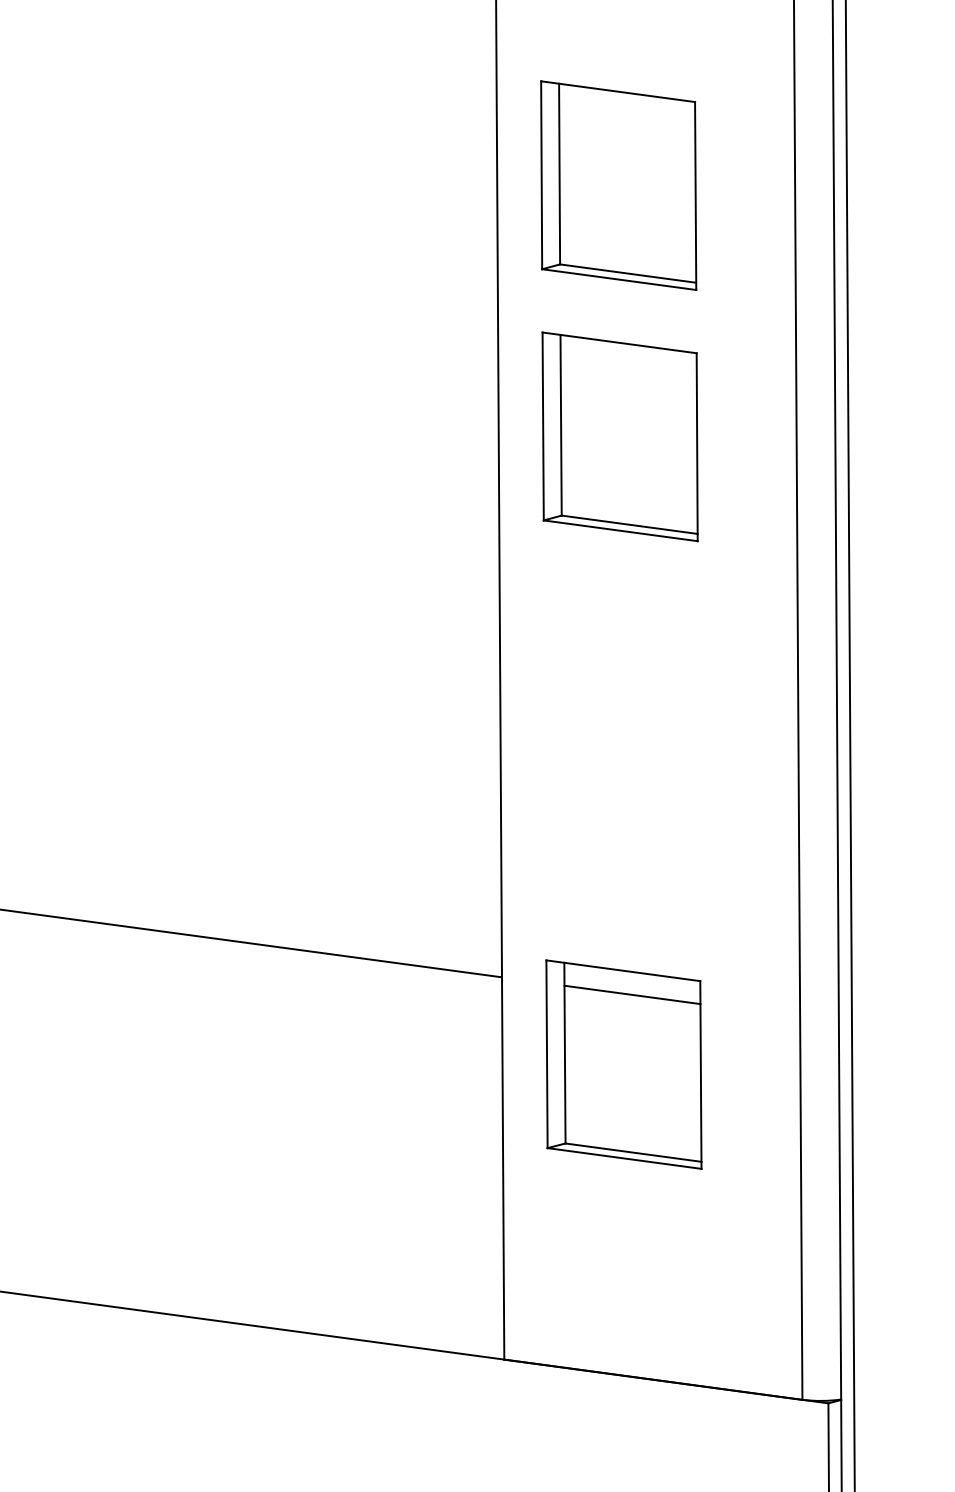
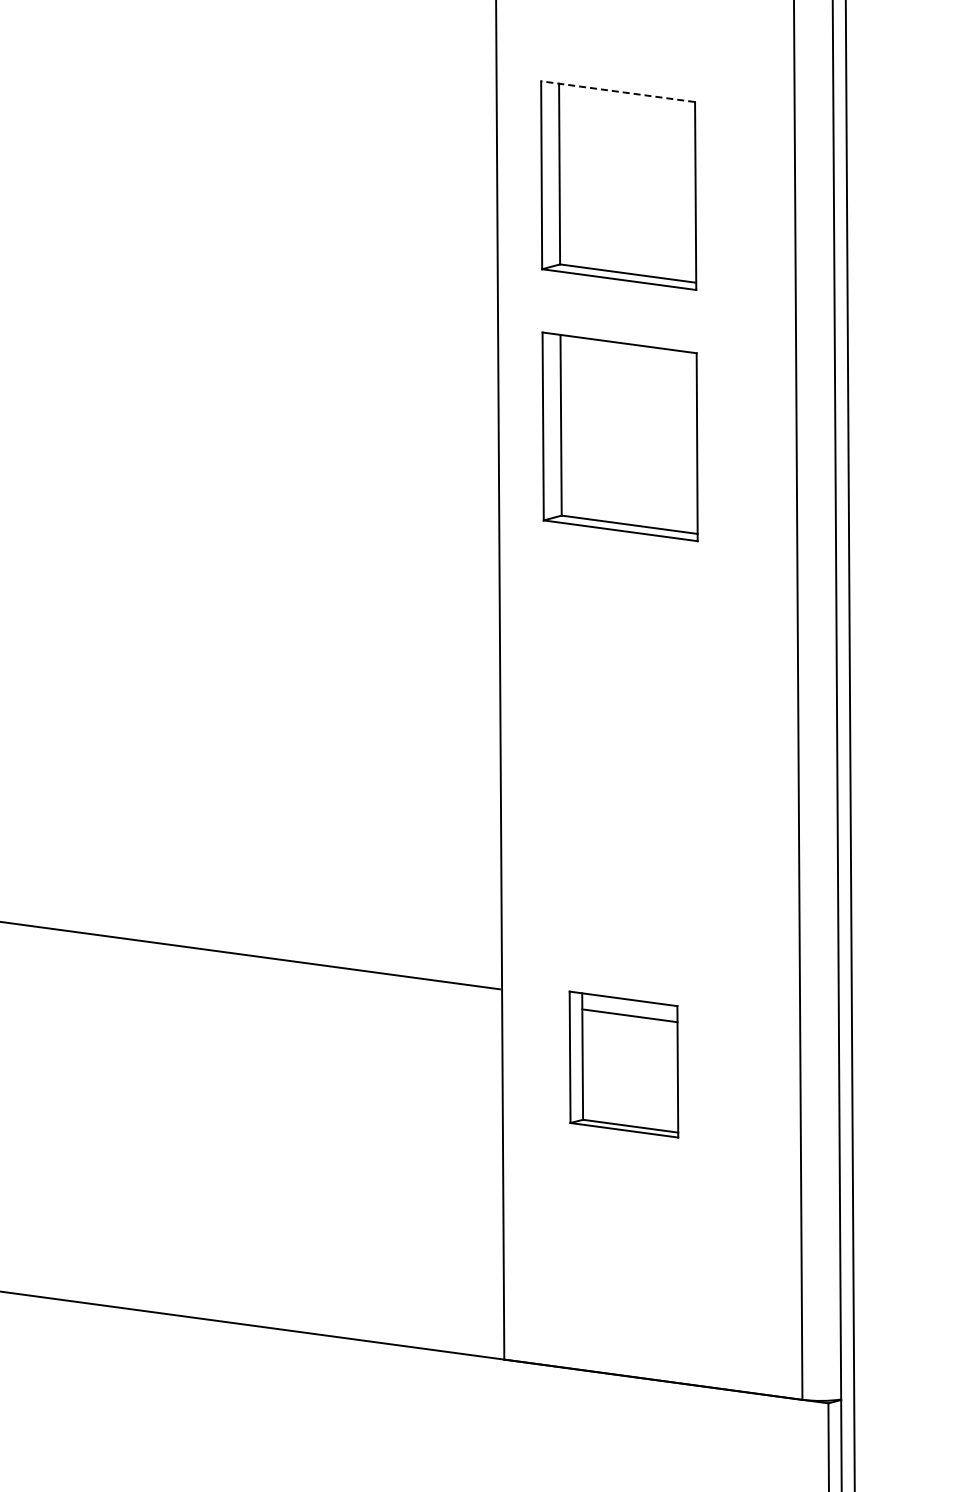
line at (618, 91): solid -> dashed
line at (251, 943) position: (251, 943) -> (250, 955)
part at (623, 1064) size: 158x211 px -> 112x149 px
